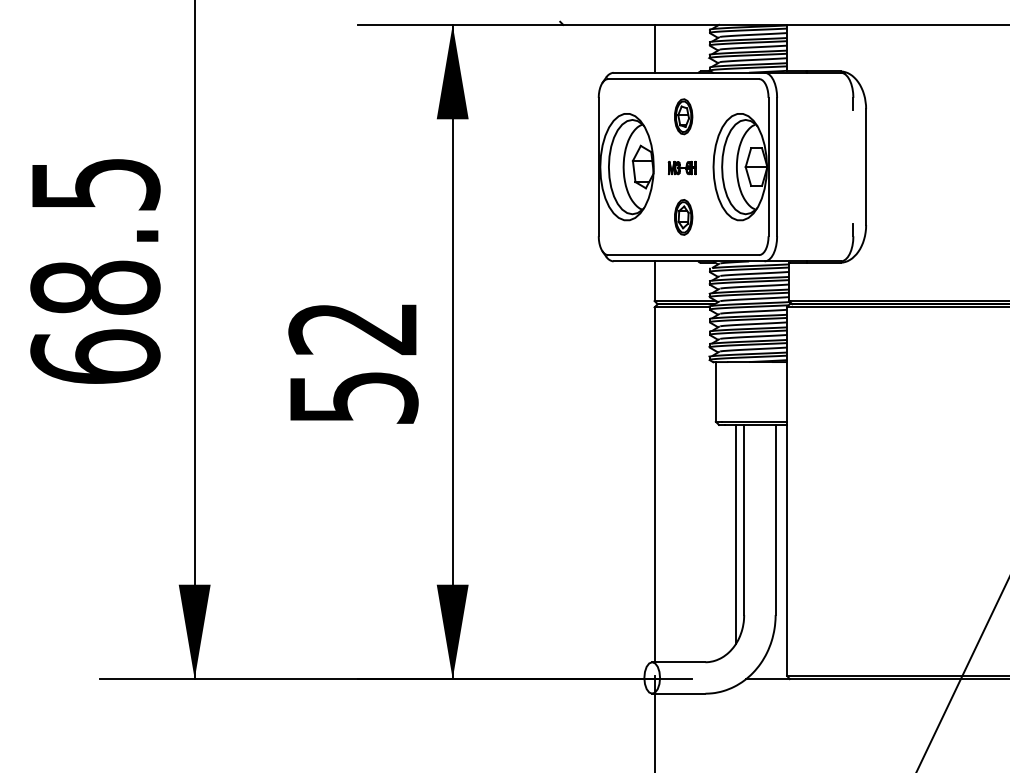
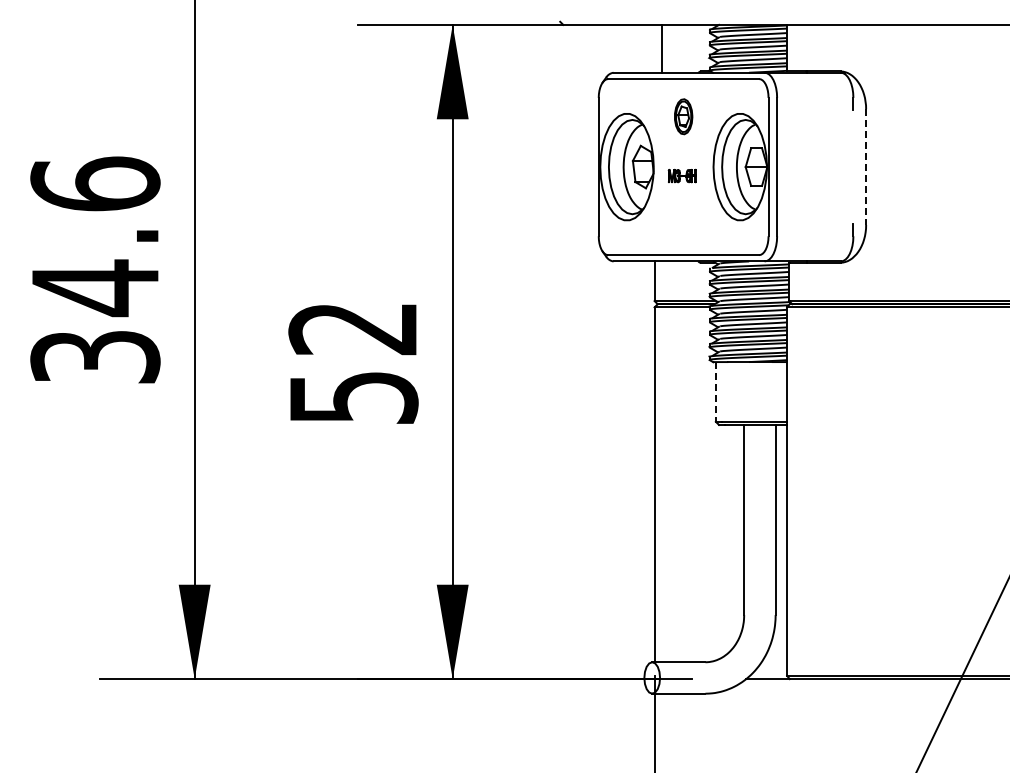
line at (654, 48) position: (654, 48) -> (661, 48)
part at (681, 167) position: (681, 167) -> (681, 175)
line at (866, 167): solid -> dashed
part at (683, 217): present -> none
text at (95, 269): 68.5 -> 34.6
line at (715, 391): solid -> dashed
line at (735, 534): present -> none
